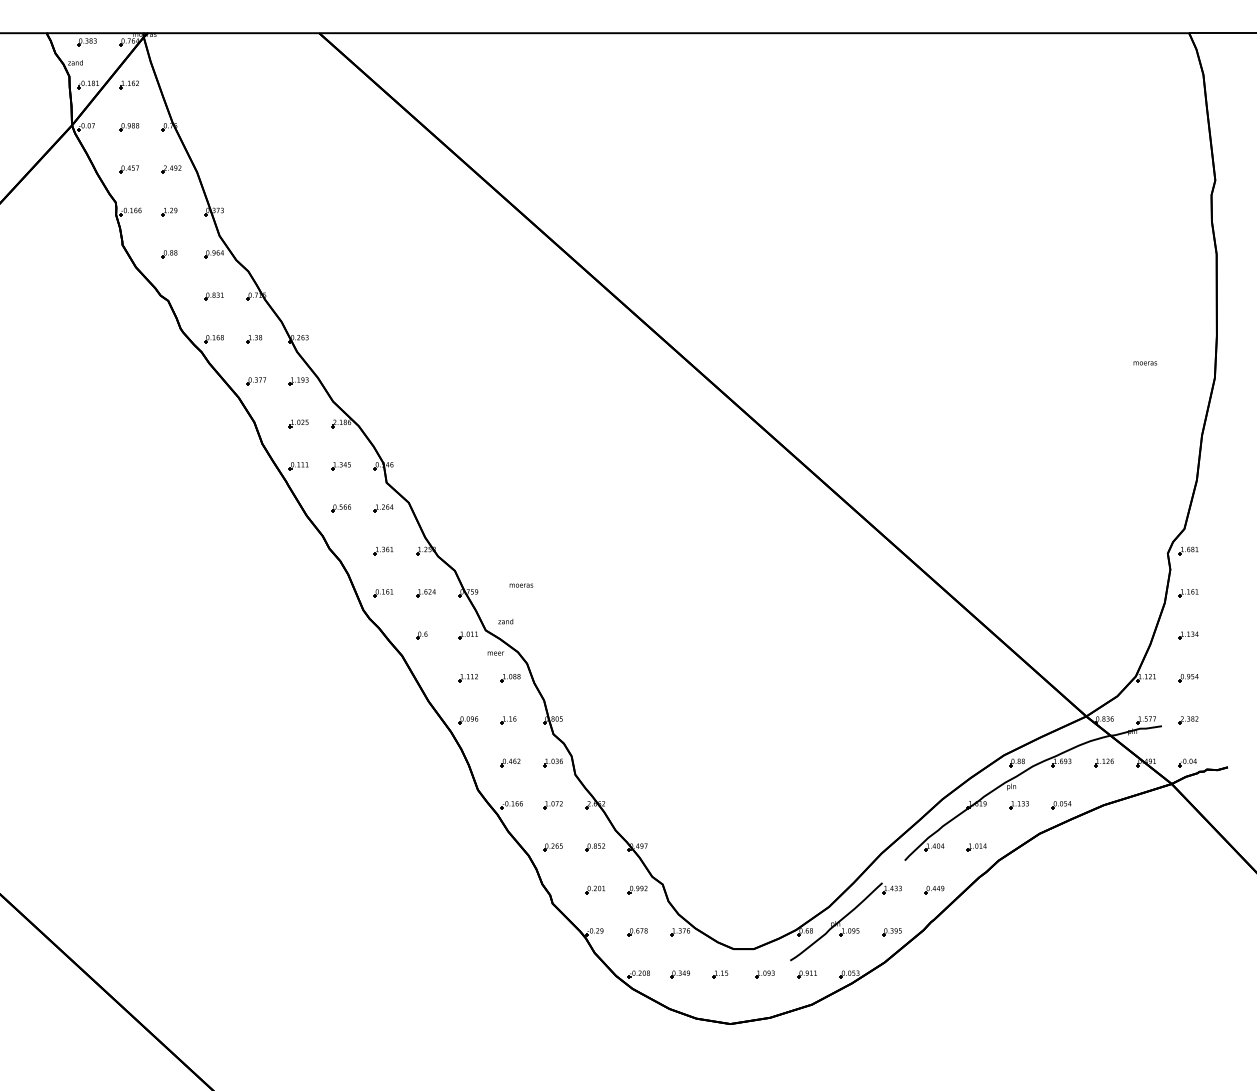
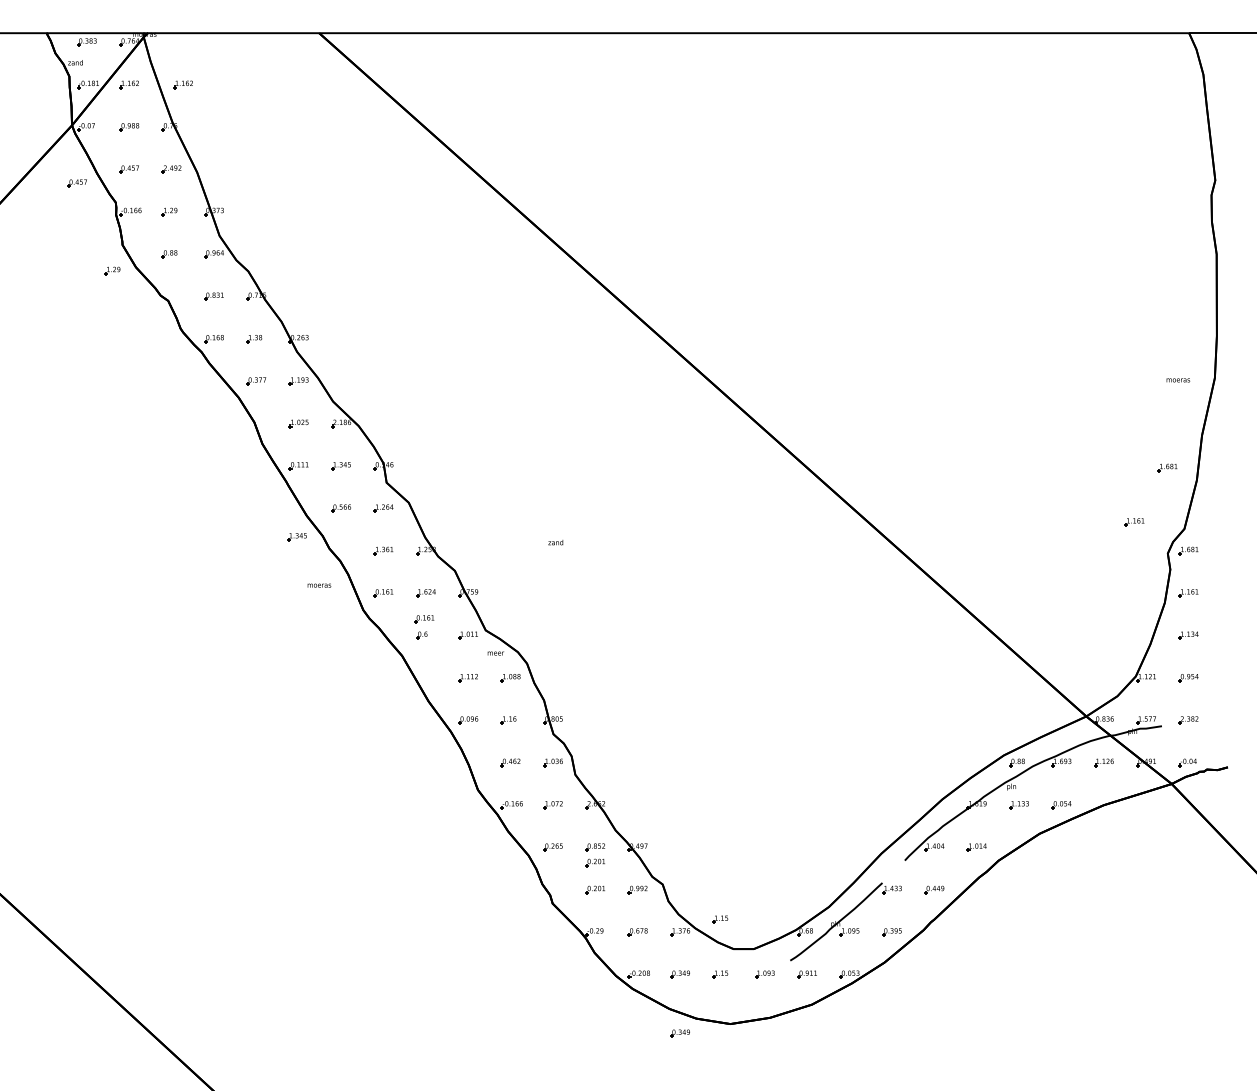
part at (182, 84): none -> present
part at (76, 183): none -> present
part at (112, 270): none -> present
text at (1145, 363) position: (1145, 363) -> (1178, 380)
part at (1167, 467): none -> present
part at (1134, 522): none -> present
part at (296, 537): none -> present
text at (521, 585) position: (521, 585) -> (319, 585)
part at (424, 619): none -> present
text at (505, 621) position: (505, 621) -> (555, 542)
part at (594, 862): none -> present
part at (720, 919): none -> present
part at (679, 1033): none -> present
